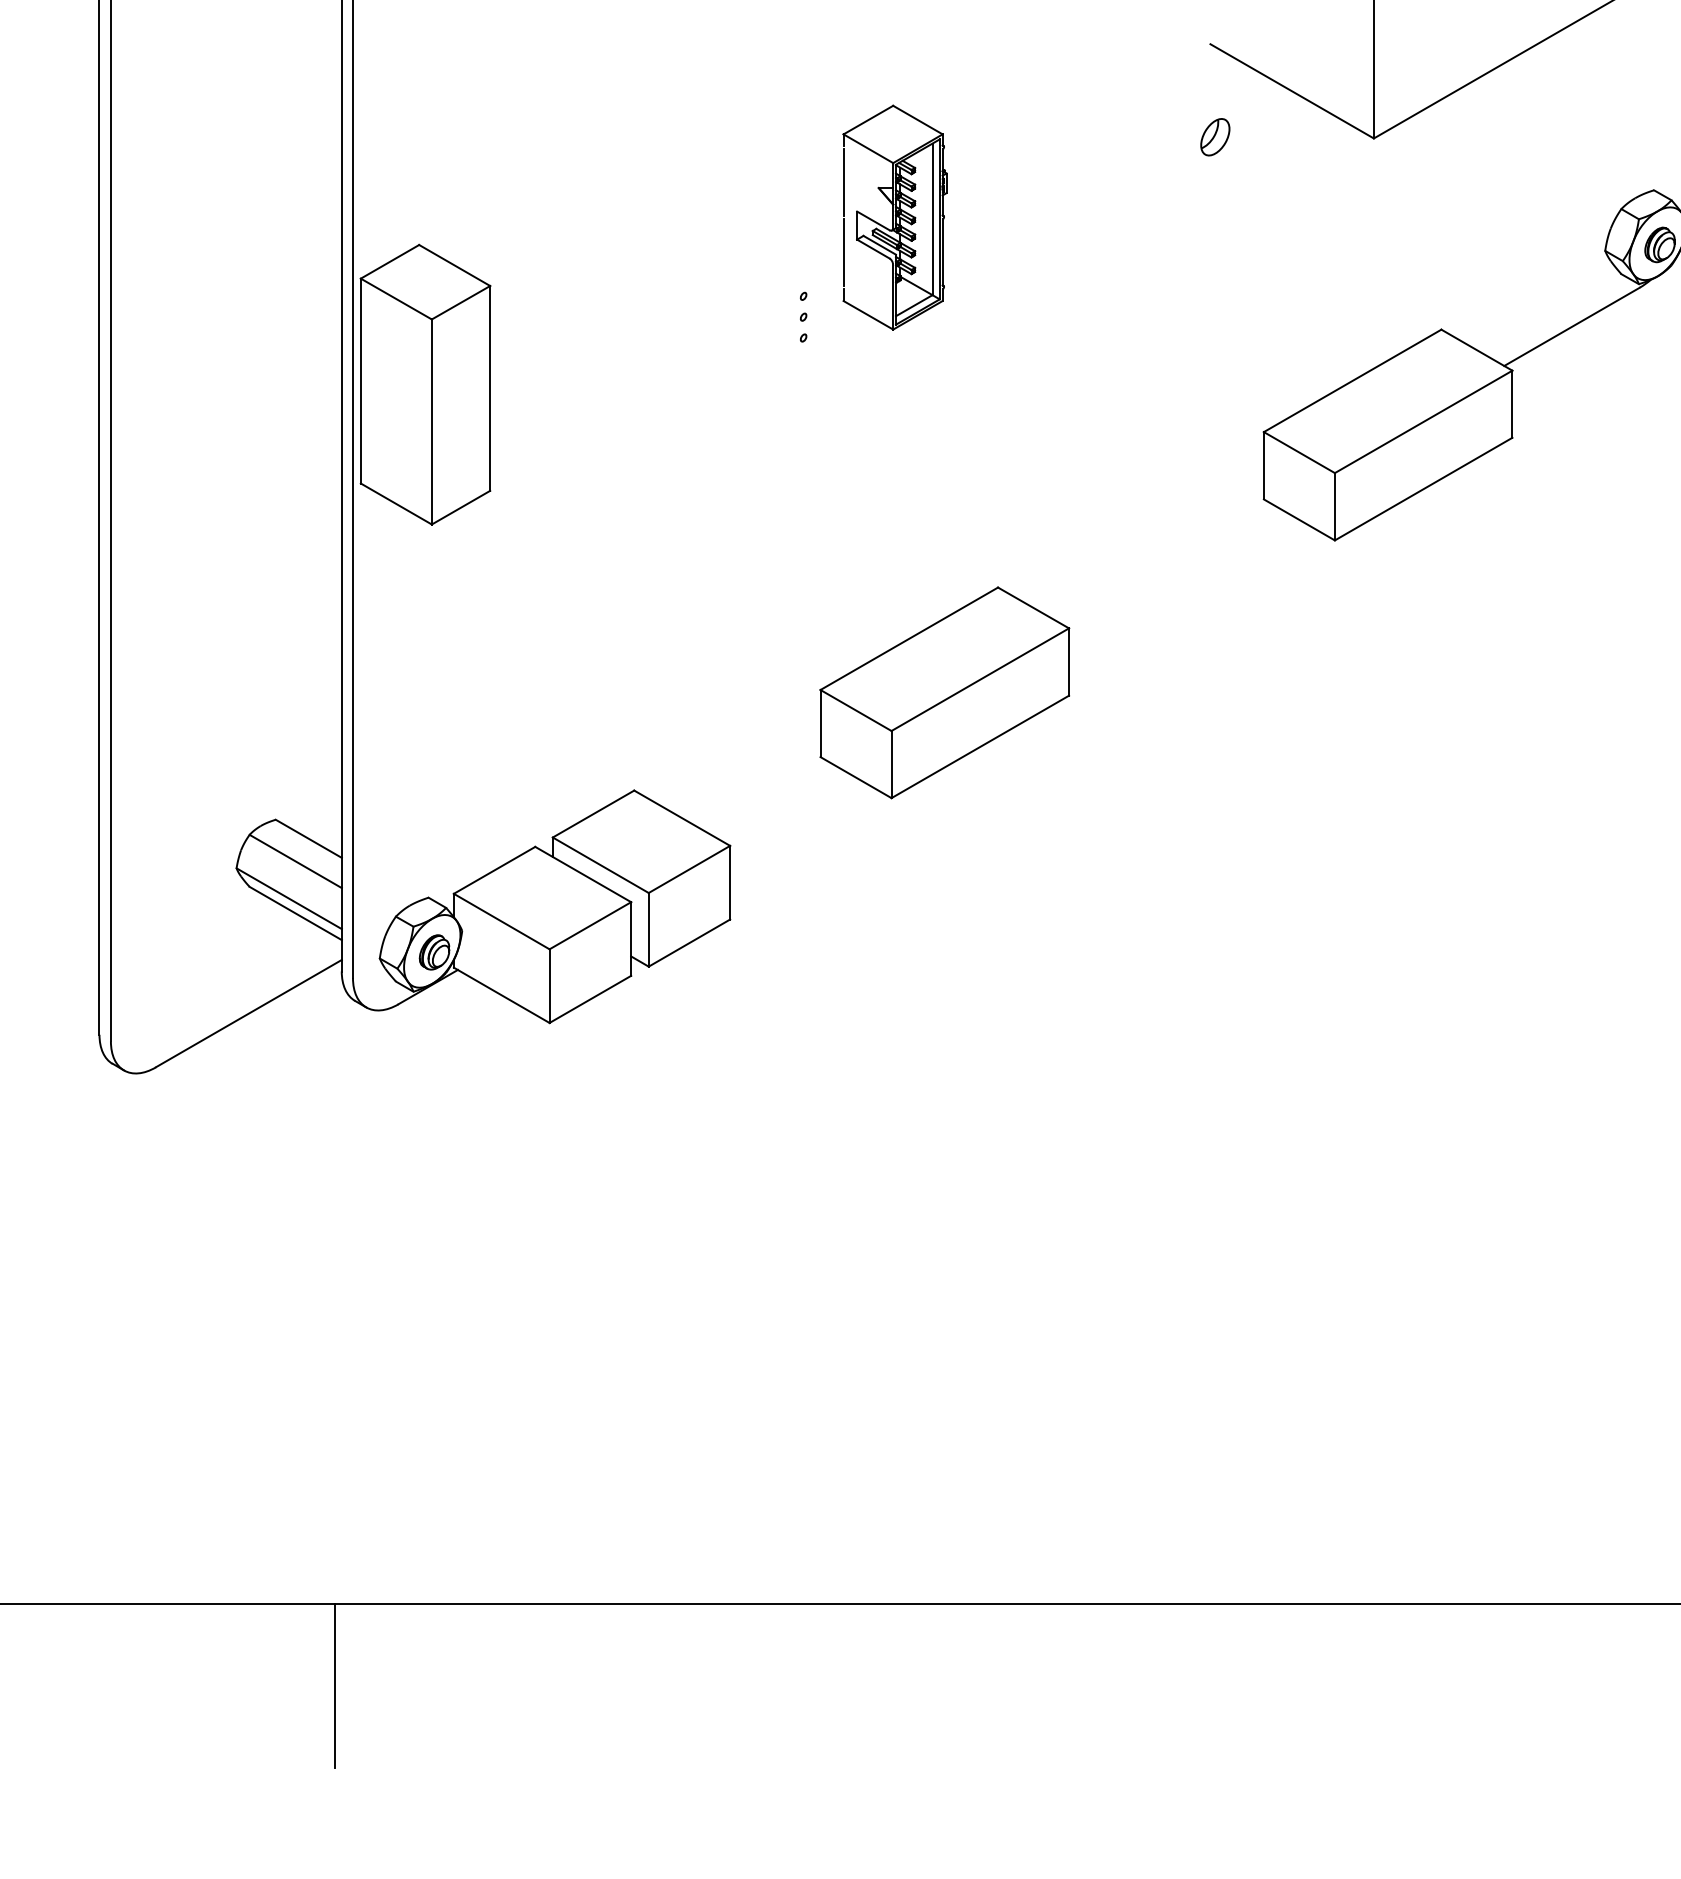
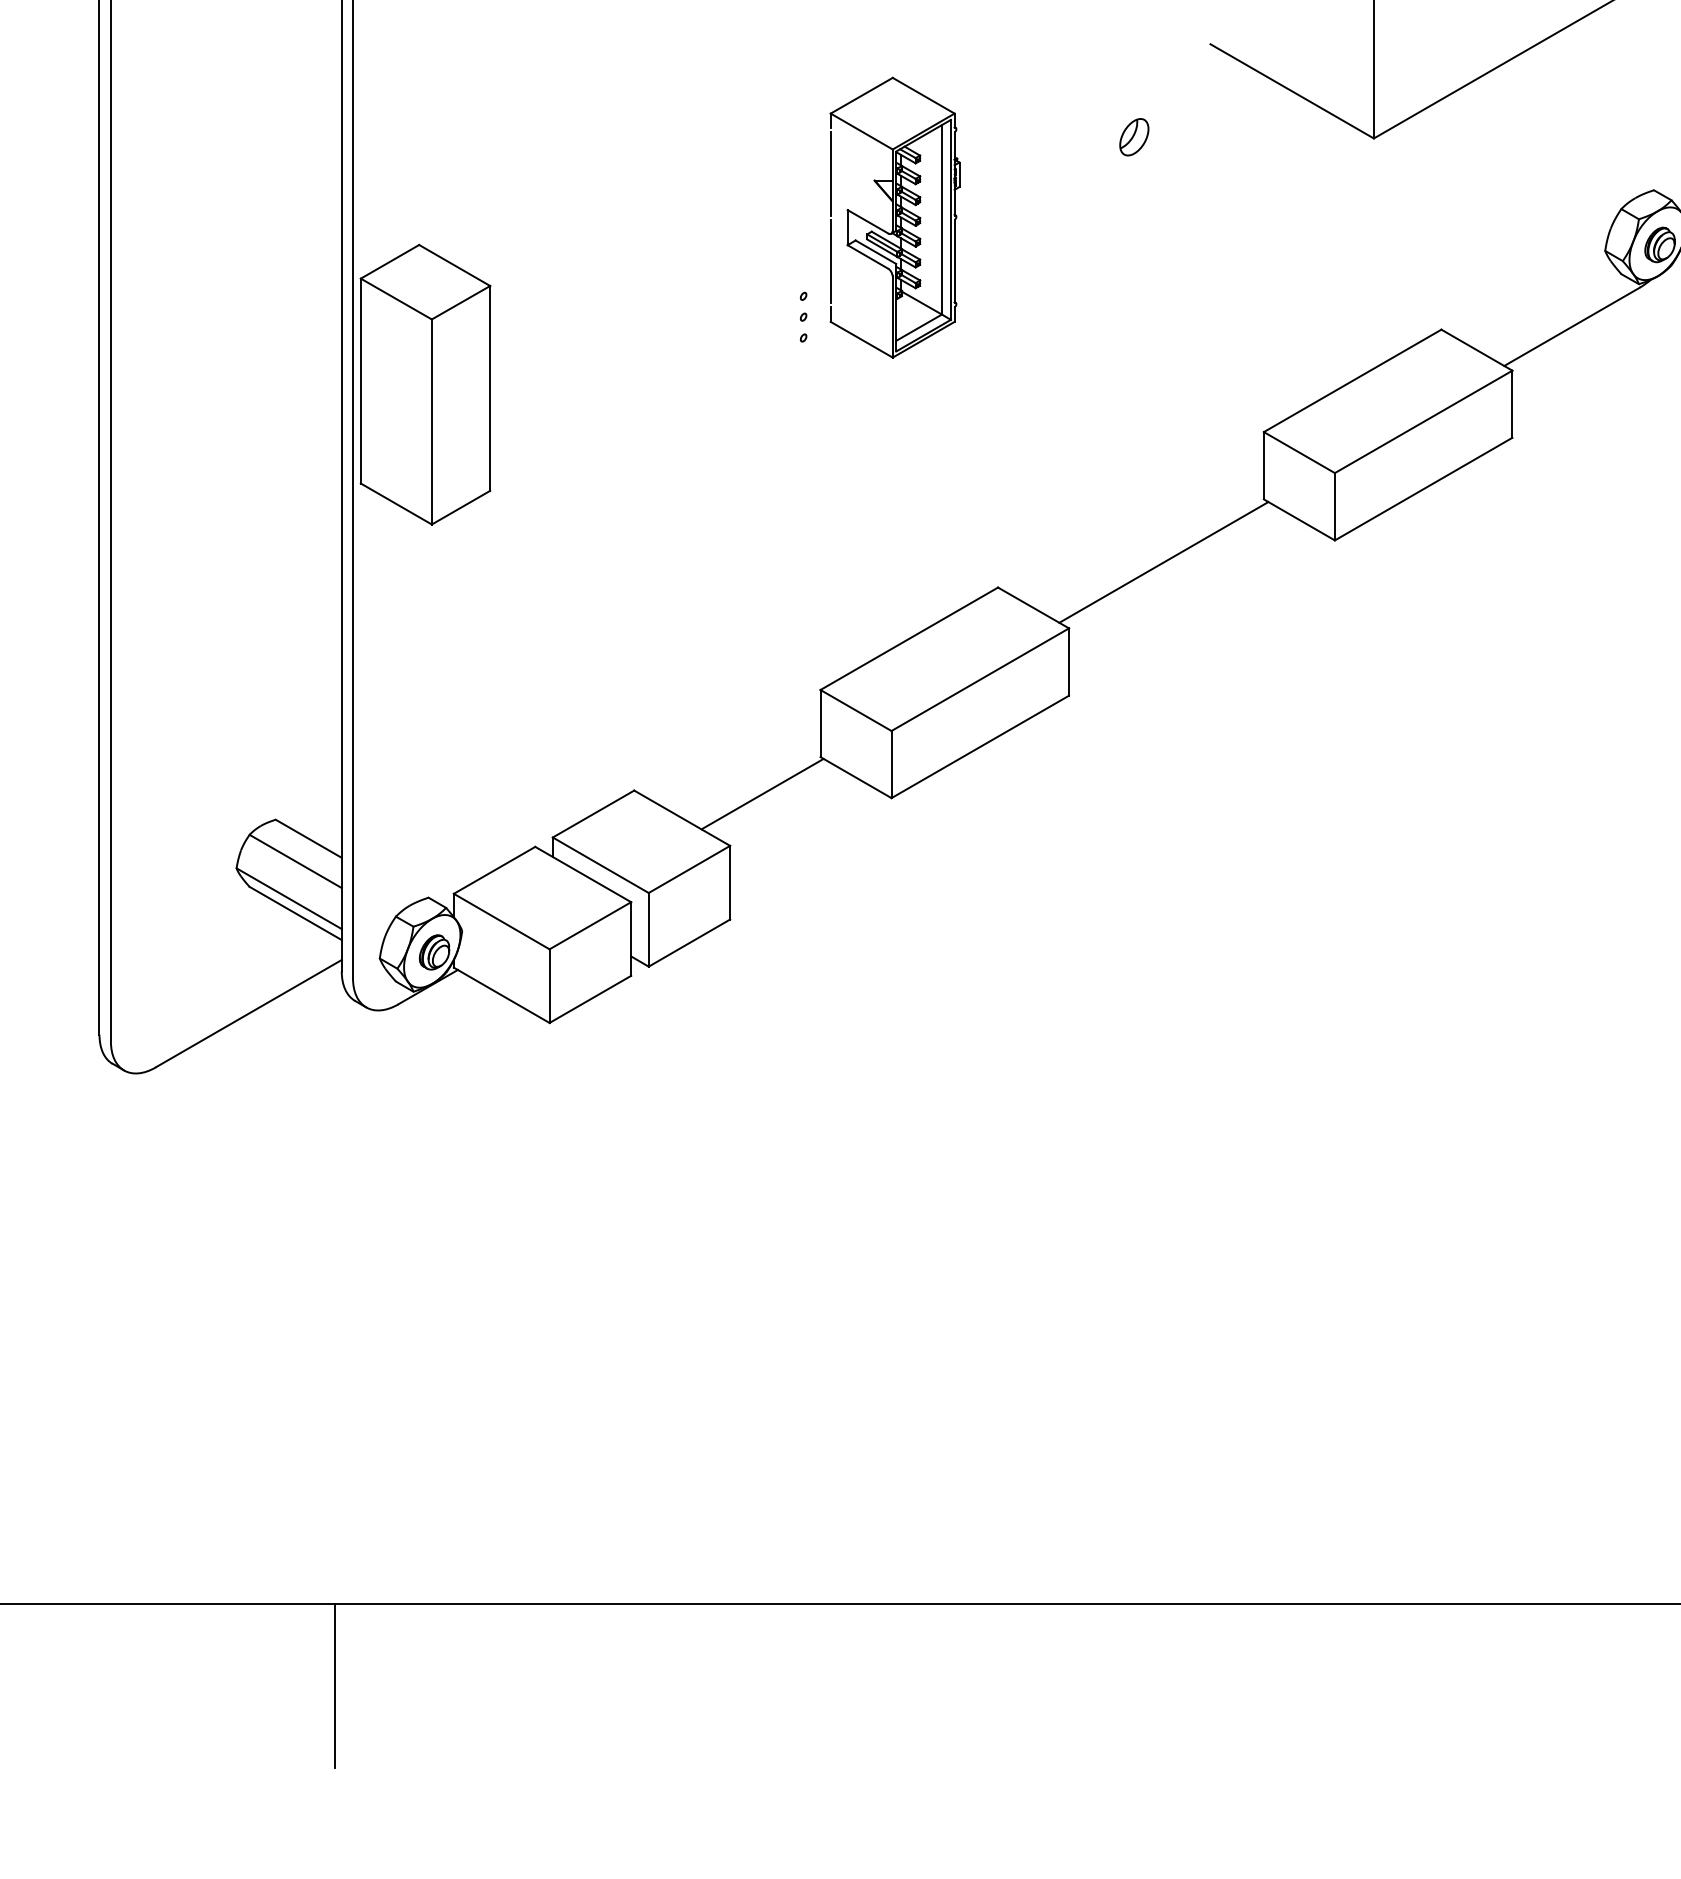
part at (1215, 137) position: (1215, 137) -> (1134, 137)
part at (894, 217) size: 106x227 px -> 132x283 px
line at (1163, 562): none -> present
line at (762, 793): none -> present
